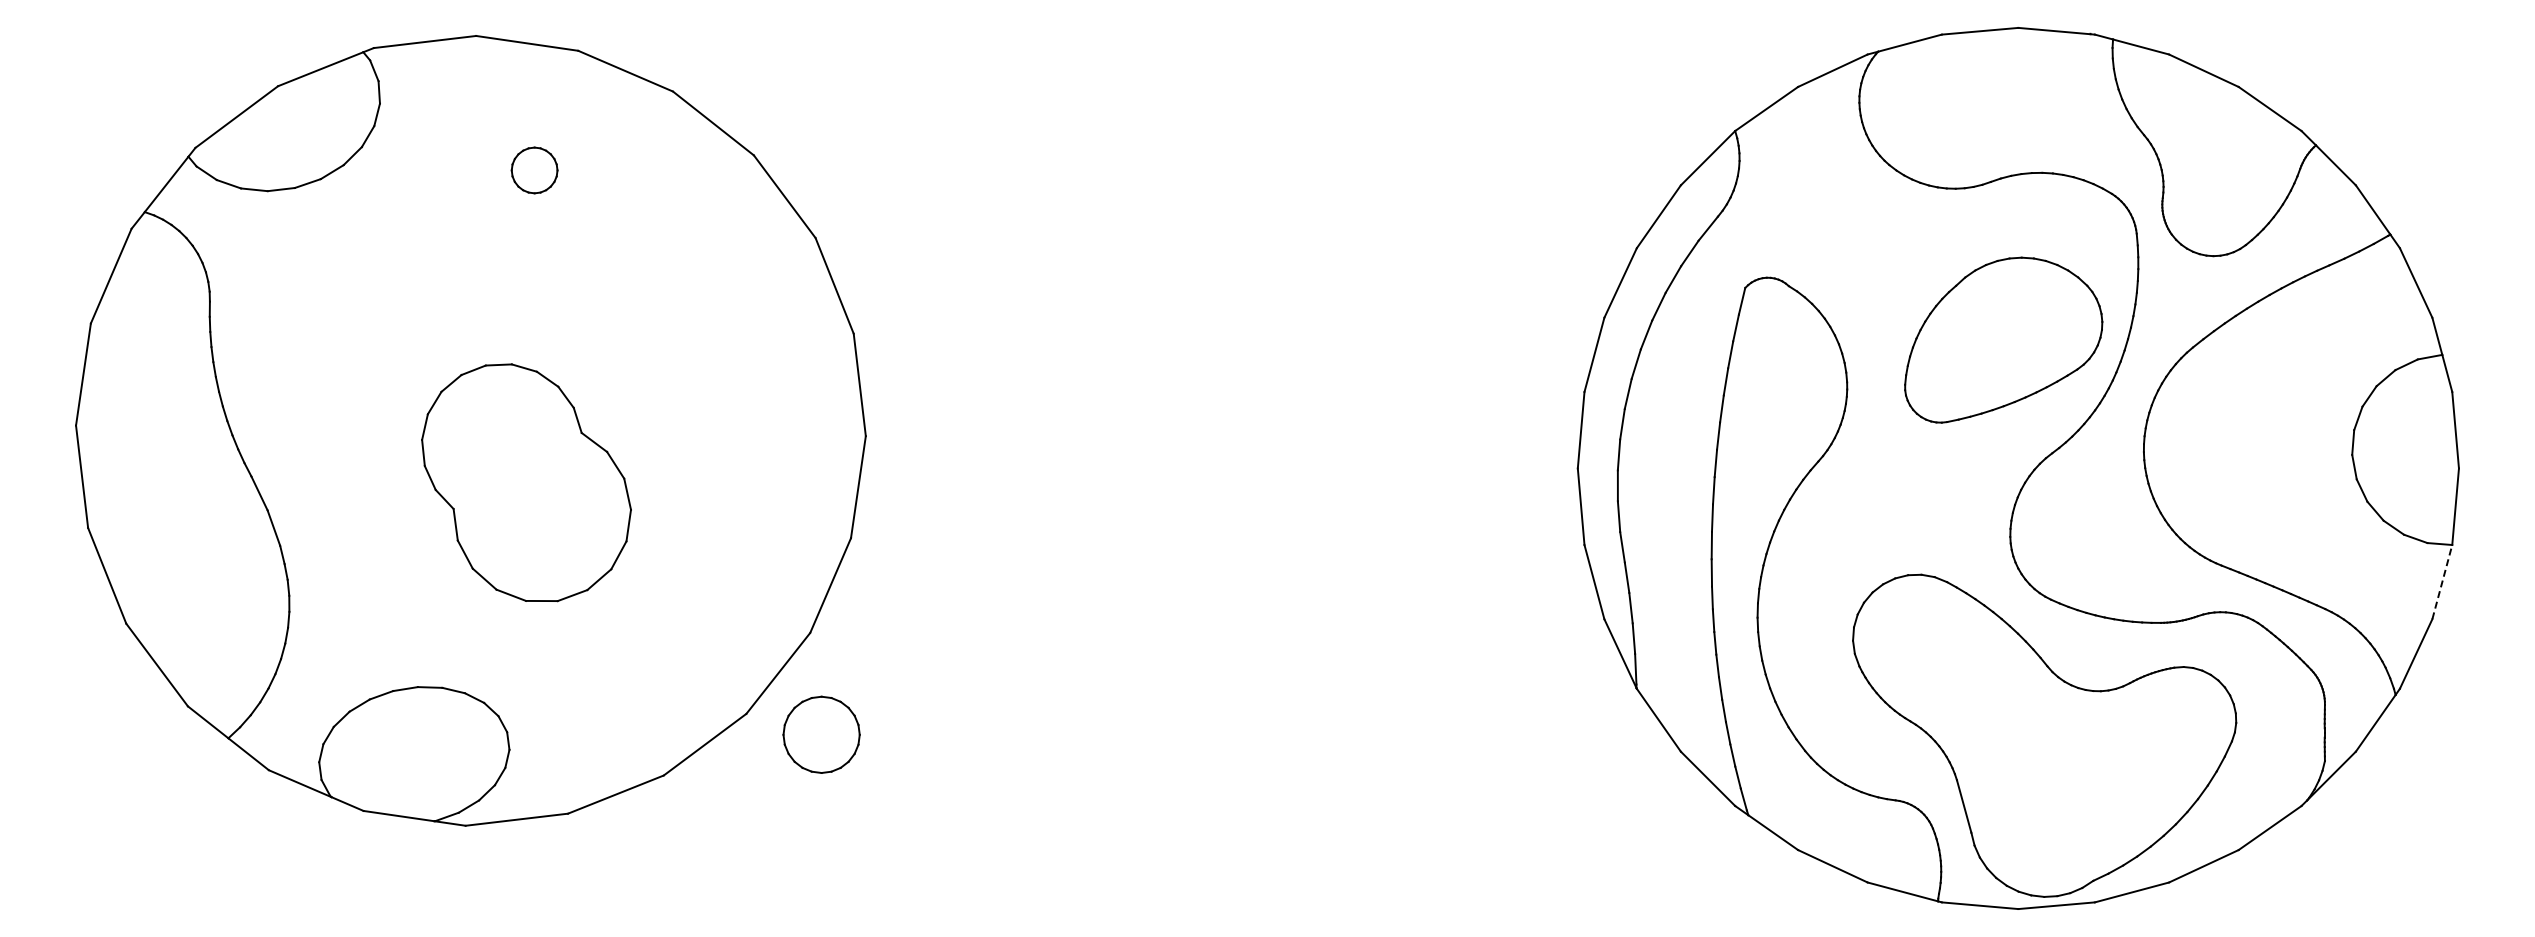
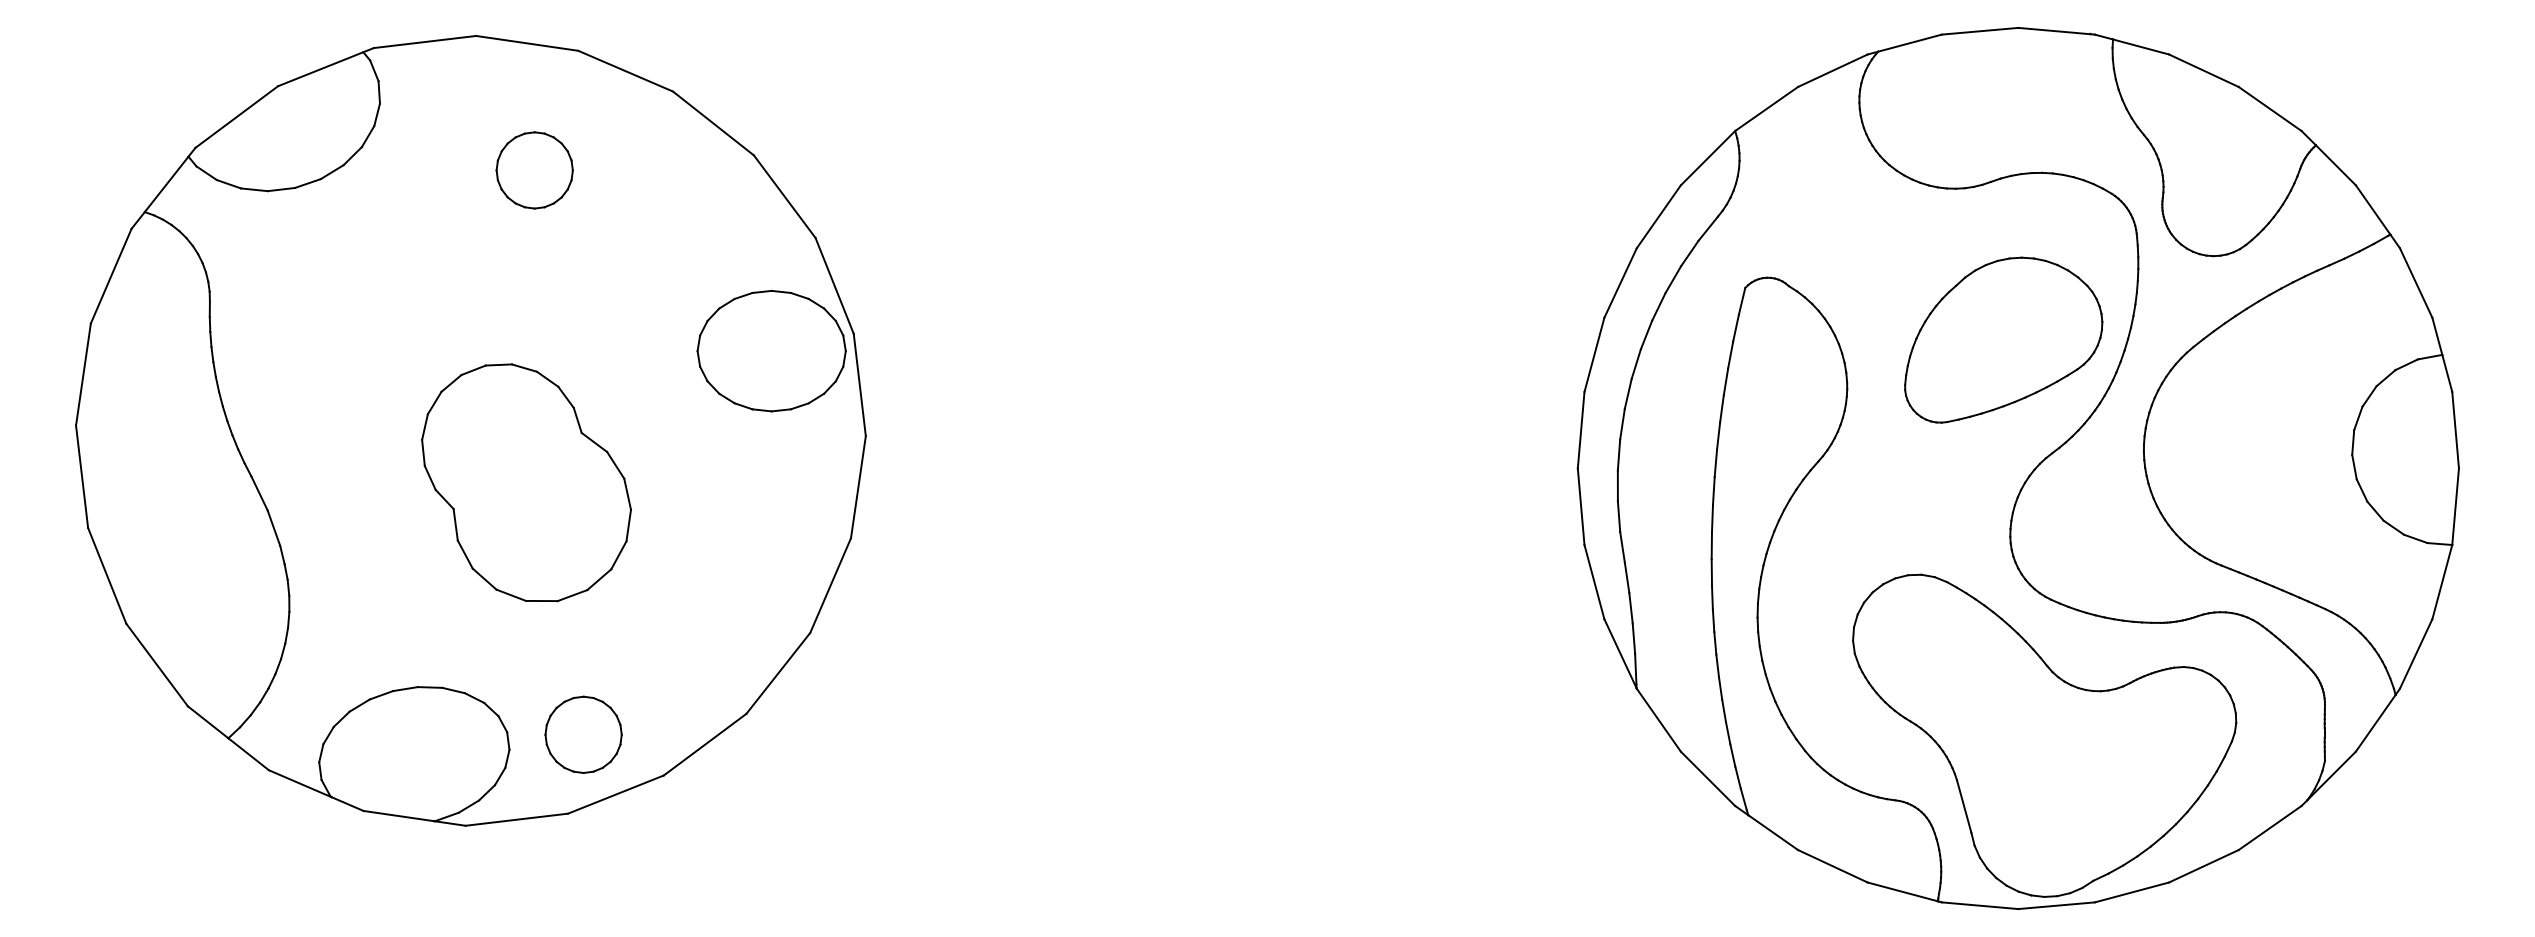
part at (534, 170) size: 49x49 px -> 79x79 px
part at (771, 350): none -> present
line at (2442, 581): dashed -> solid
part at (821, 734) position: (821, 734) -> (583, 734)
